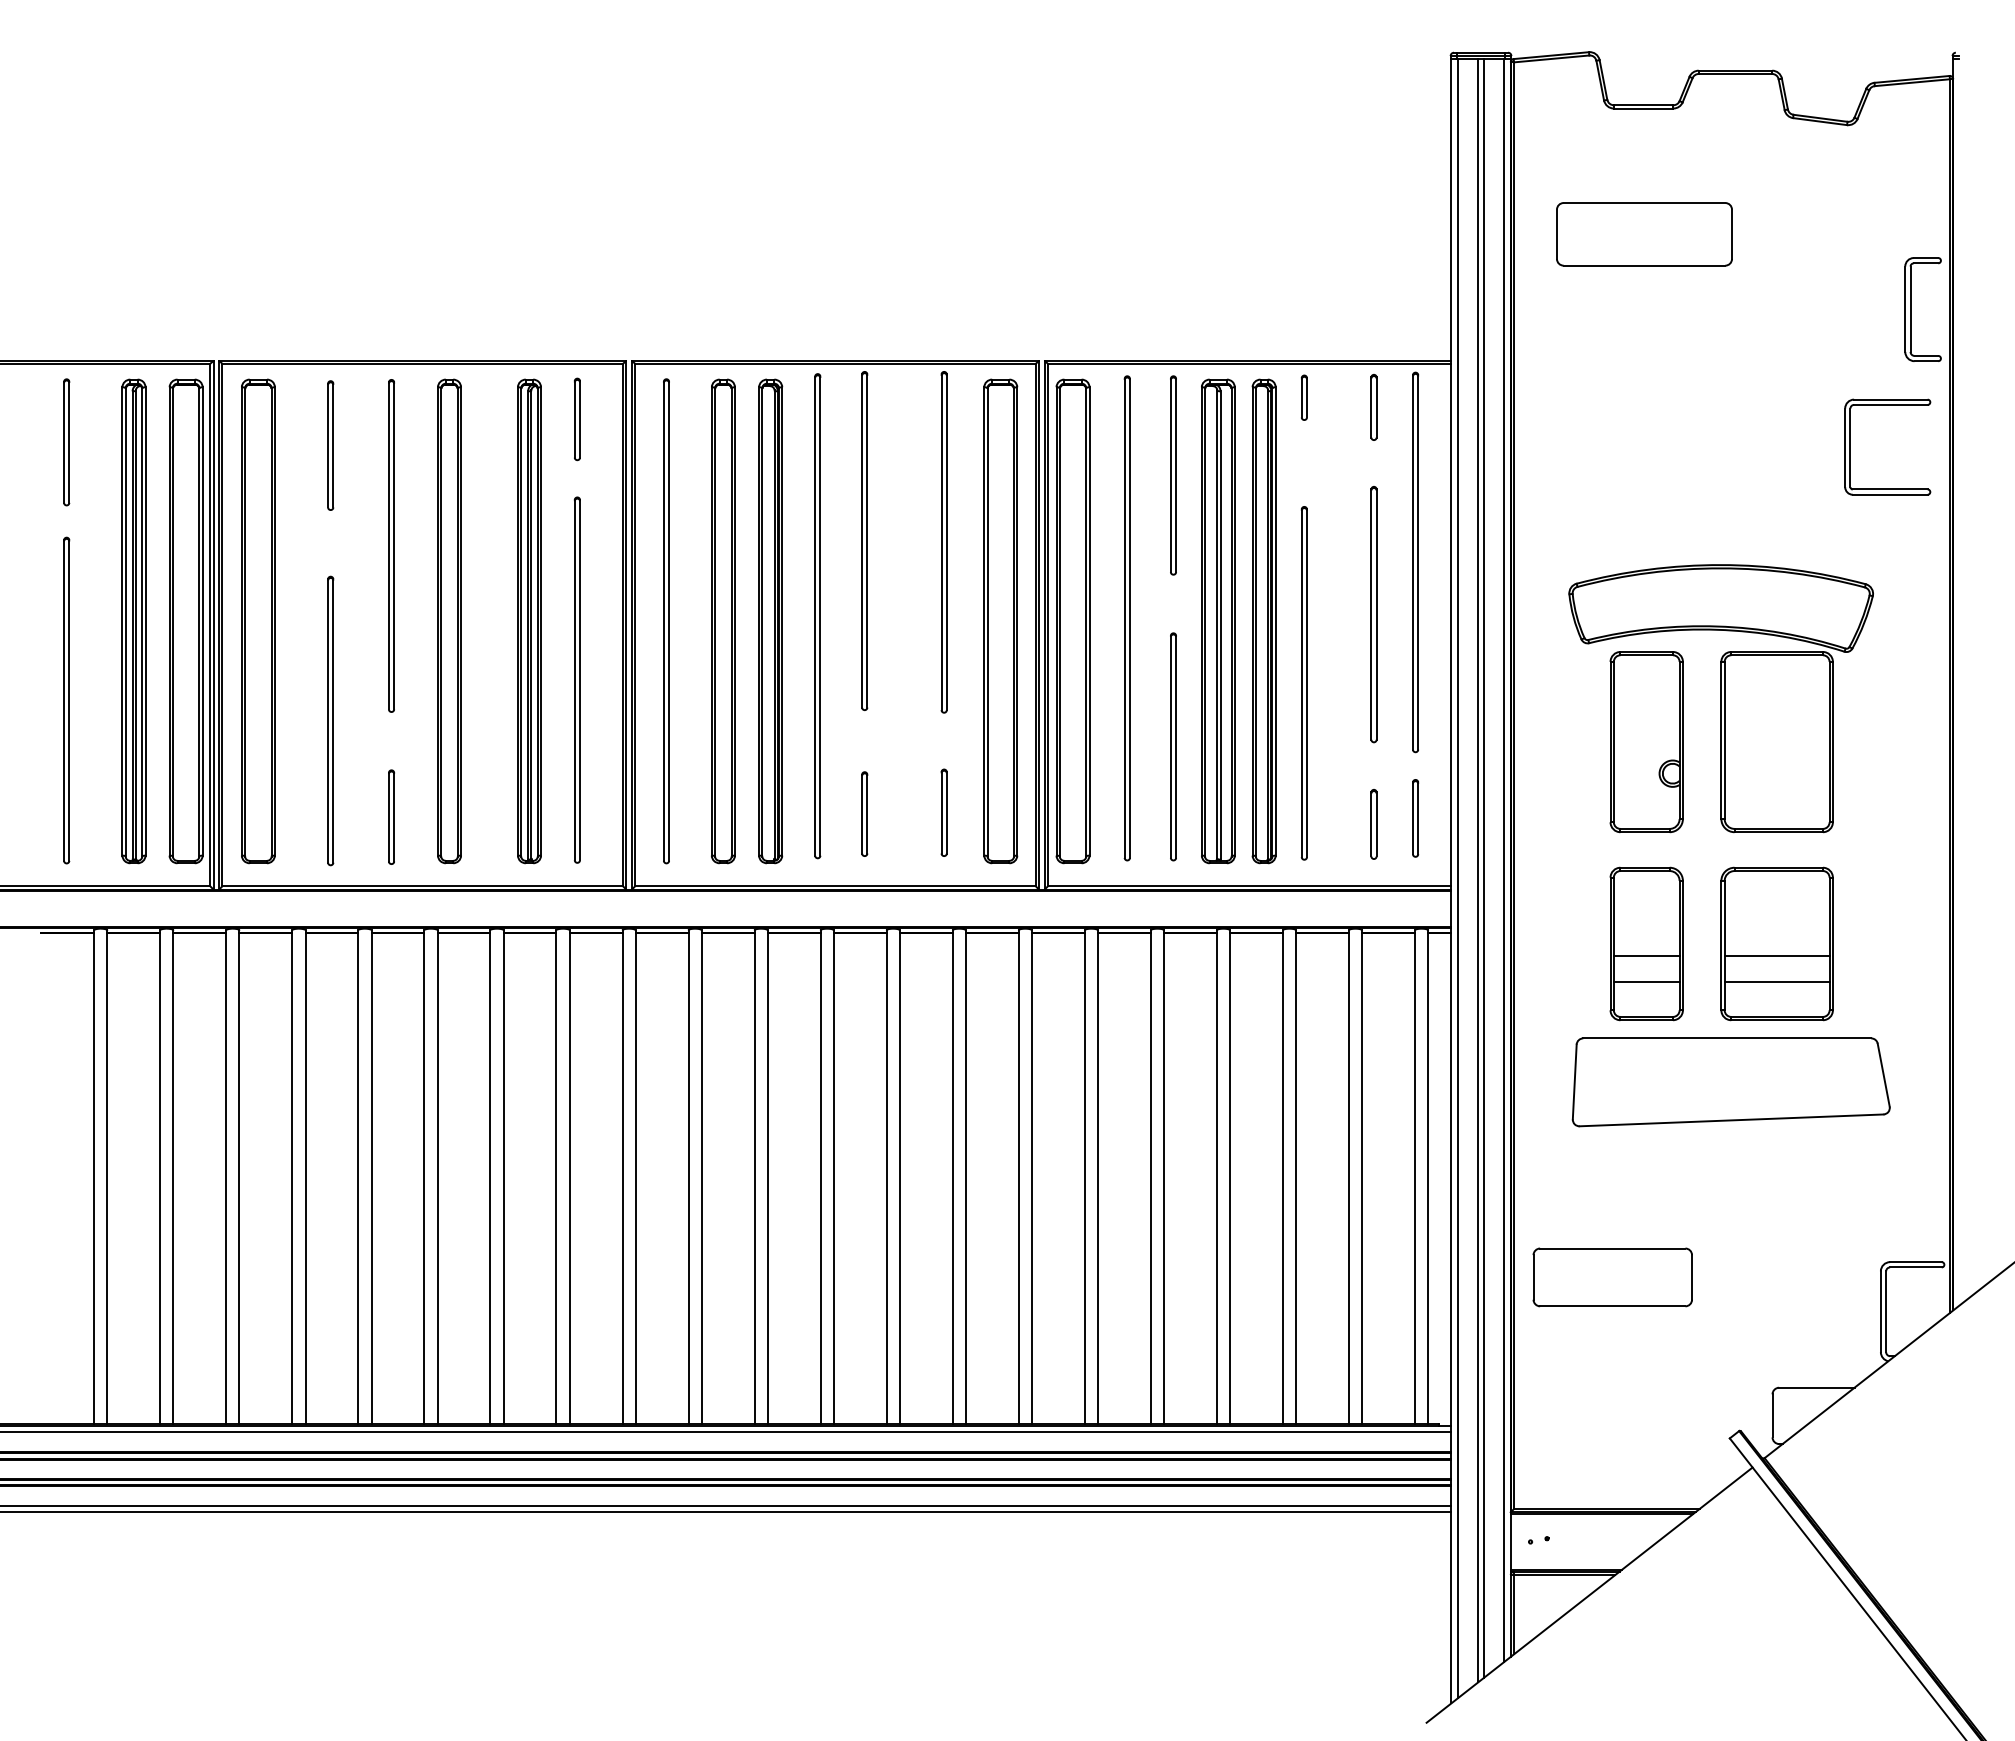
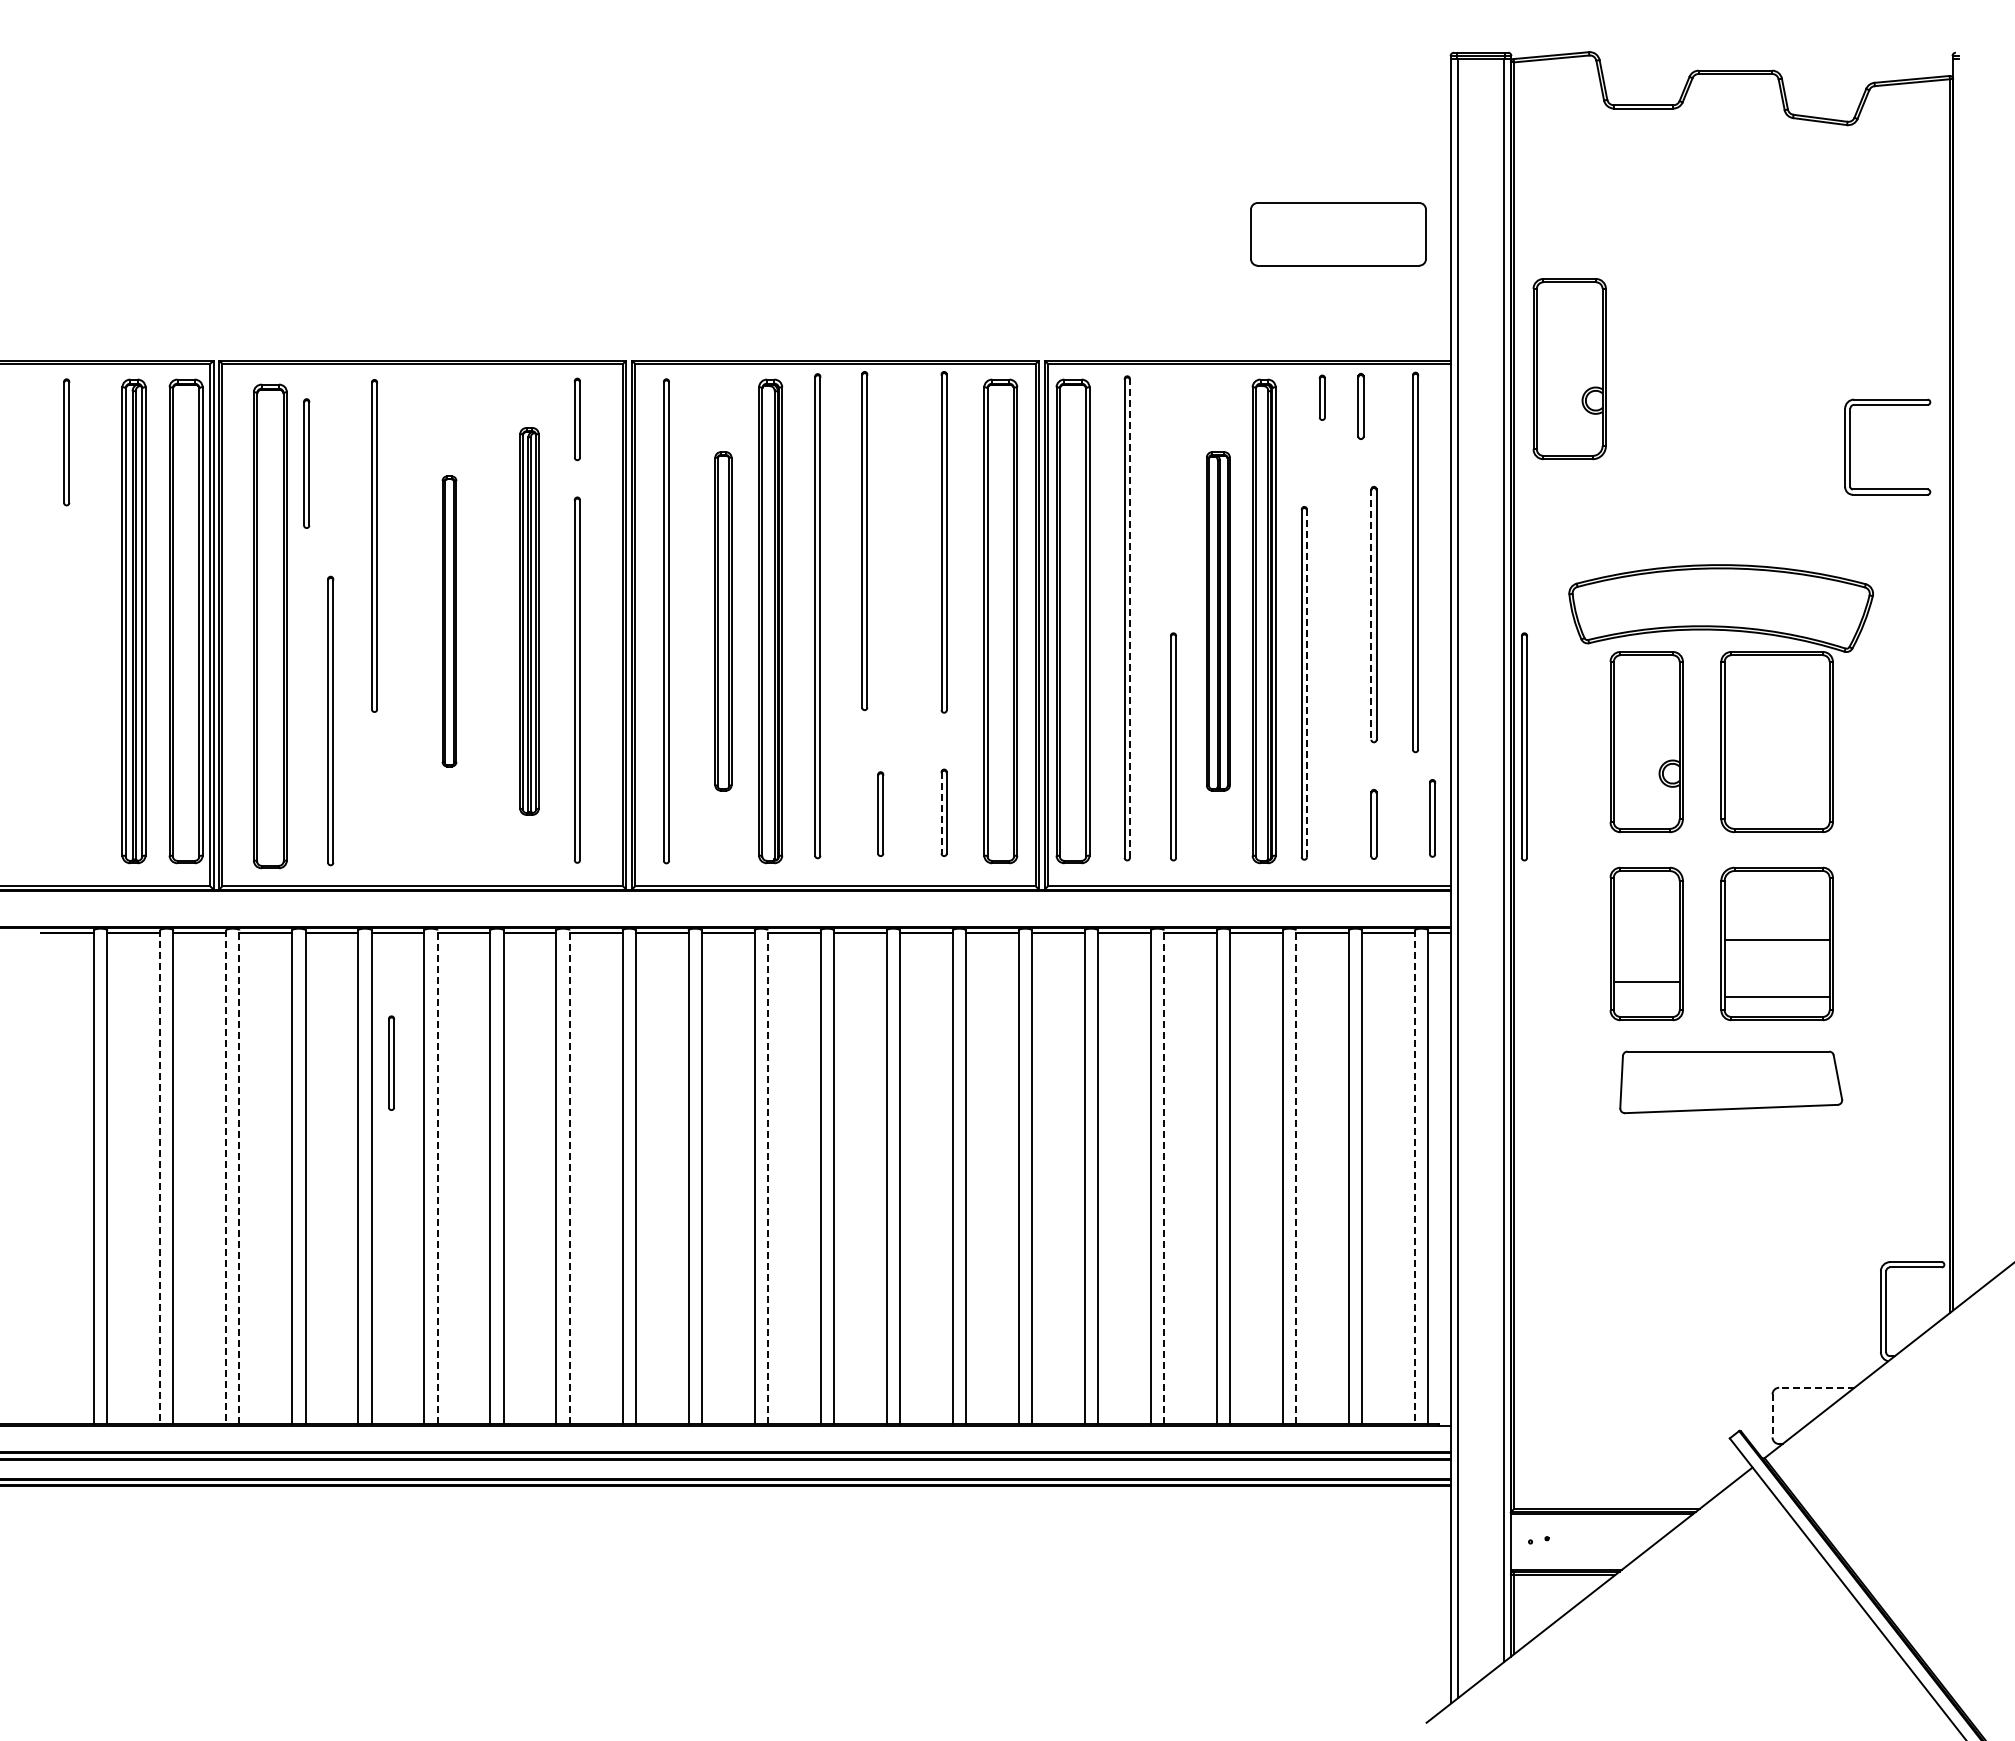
part at (1644, 234) position: (1644, 234) -> (1338, 234)
part at (1911, 309): present -> none
part at (1569, 369): none -> present
part at (1303, 397) position: (1303, 397) -> (1321, 397)
part at (1373, 407) position: (1373, 407) -> (1360, 406)
part at (330, 445) position: (330, 445) -> (306, 463)
part at (1173, 475): present -> none
part at (391, 545) position: (391, 545) -> (374, 545)
line at (1371, 615): solid -> dashed
line at (1129, 618): solid -> dashed
part at (258, 621) position: (258, 621) -> (270, 626)
part at (449, 621) size: 25x487 px -> 17x293 px
part at (529, 621) size: 25x487 px -> 21x389 px
part at (723, 621) size: 25x487 px -> 19x341 px
part at (1218, 621) size: 35x487 px -> 25x341 px
line at (1307, 683): solid -> dashed
part at (66, 700): present -> none
part at (1524, 746): none -> present
line at (941, 812): solid -> dashed
part at (864, 813) position: (864, 813) -> (880, 813)
part at (391, 816) position: (391, 816) -> (391, 1062)
part at (1415, 818) position: (1415, 818) -> (1432, 818)
line at (1483, 868): present -> none
line at (1478, 870): present -> none
line at (1646, 955): present -> none
line at (1776, 955) position: (1776, 955) -> (1776, 939)
line at (1776, 981) position: (1776, 981) -> (1776, 996)
part at (1730, 1082) size: 320x91 px -> 225x65 px
line at (160, 1177): solid -> dashed
line at (226, 1177): solid -> dashed
line at (239, 1177): solid -> dashed
line at (437, 1177): solid -> dashed
line at (569, 1177): solid -> dashed
line at (767, 1177): solid -> dashed
line at (1164, 1177): solid -> dashed
line at (1296, 1177): solid -> dashed
line at (1415, 1177): solid -> dashed
part at (1612, 1277): present -> none
line at (1816, 1387): solid -> dashed
line at (1772, 1415): solid -> dashed
line at (726, 1431): present -> none
line at (726, 1505): present -> none
line at (726, 1512): present -> none
